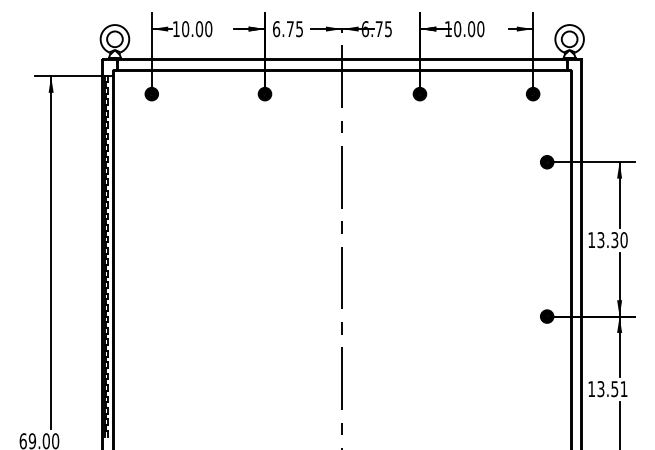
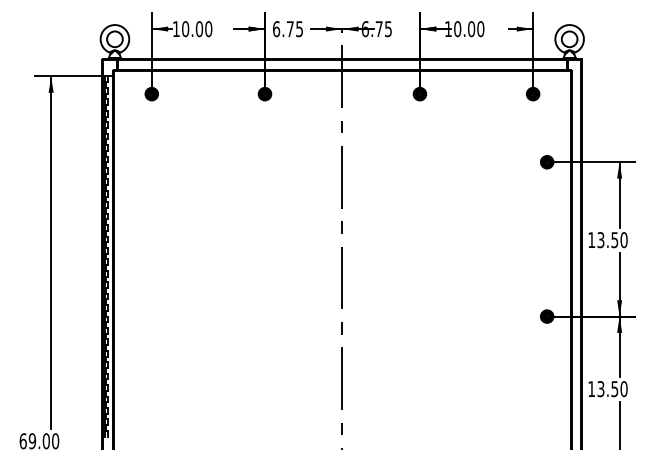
text at (614, 239): 13.30 -> 13.50
text at (623, 389): 13.51 -> 13.50
